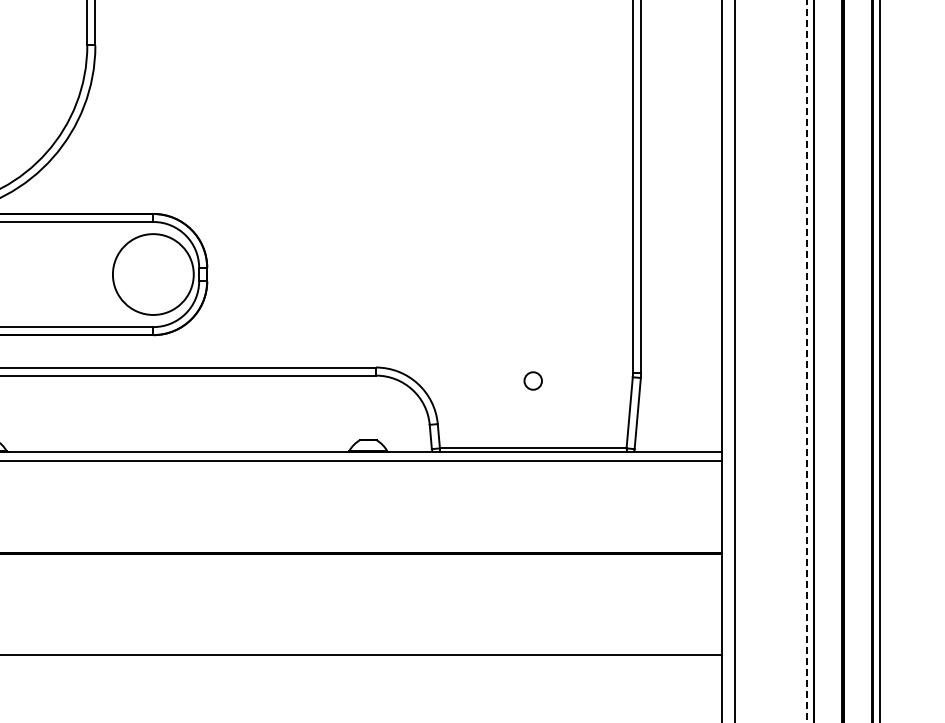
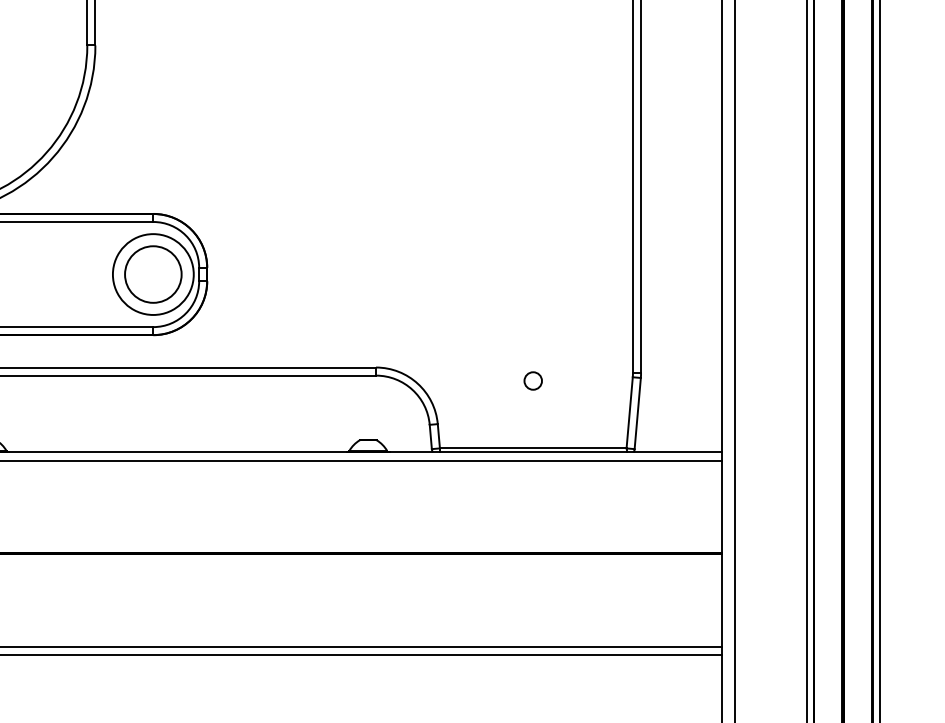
circle at (153, 274): none -> present
line at (806, 361): dashed -> solid
line at (361, 646): none -> present
